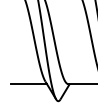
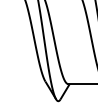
line at (28, 84): present -> none
